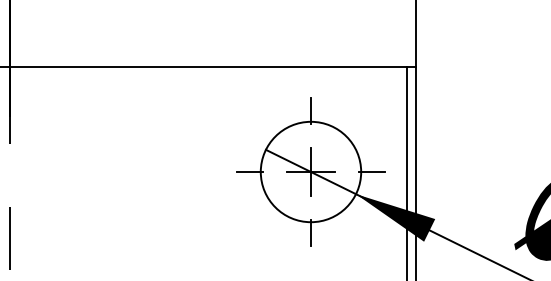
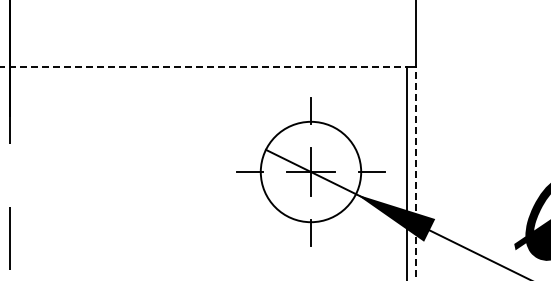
line at (203, 66): solid -> dashed
line at (416, 173): solid -> dashed
